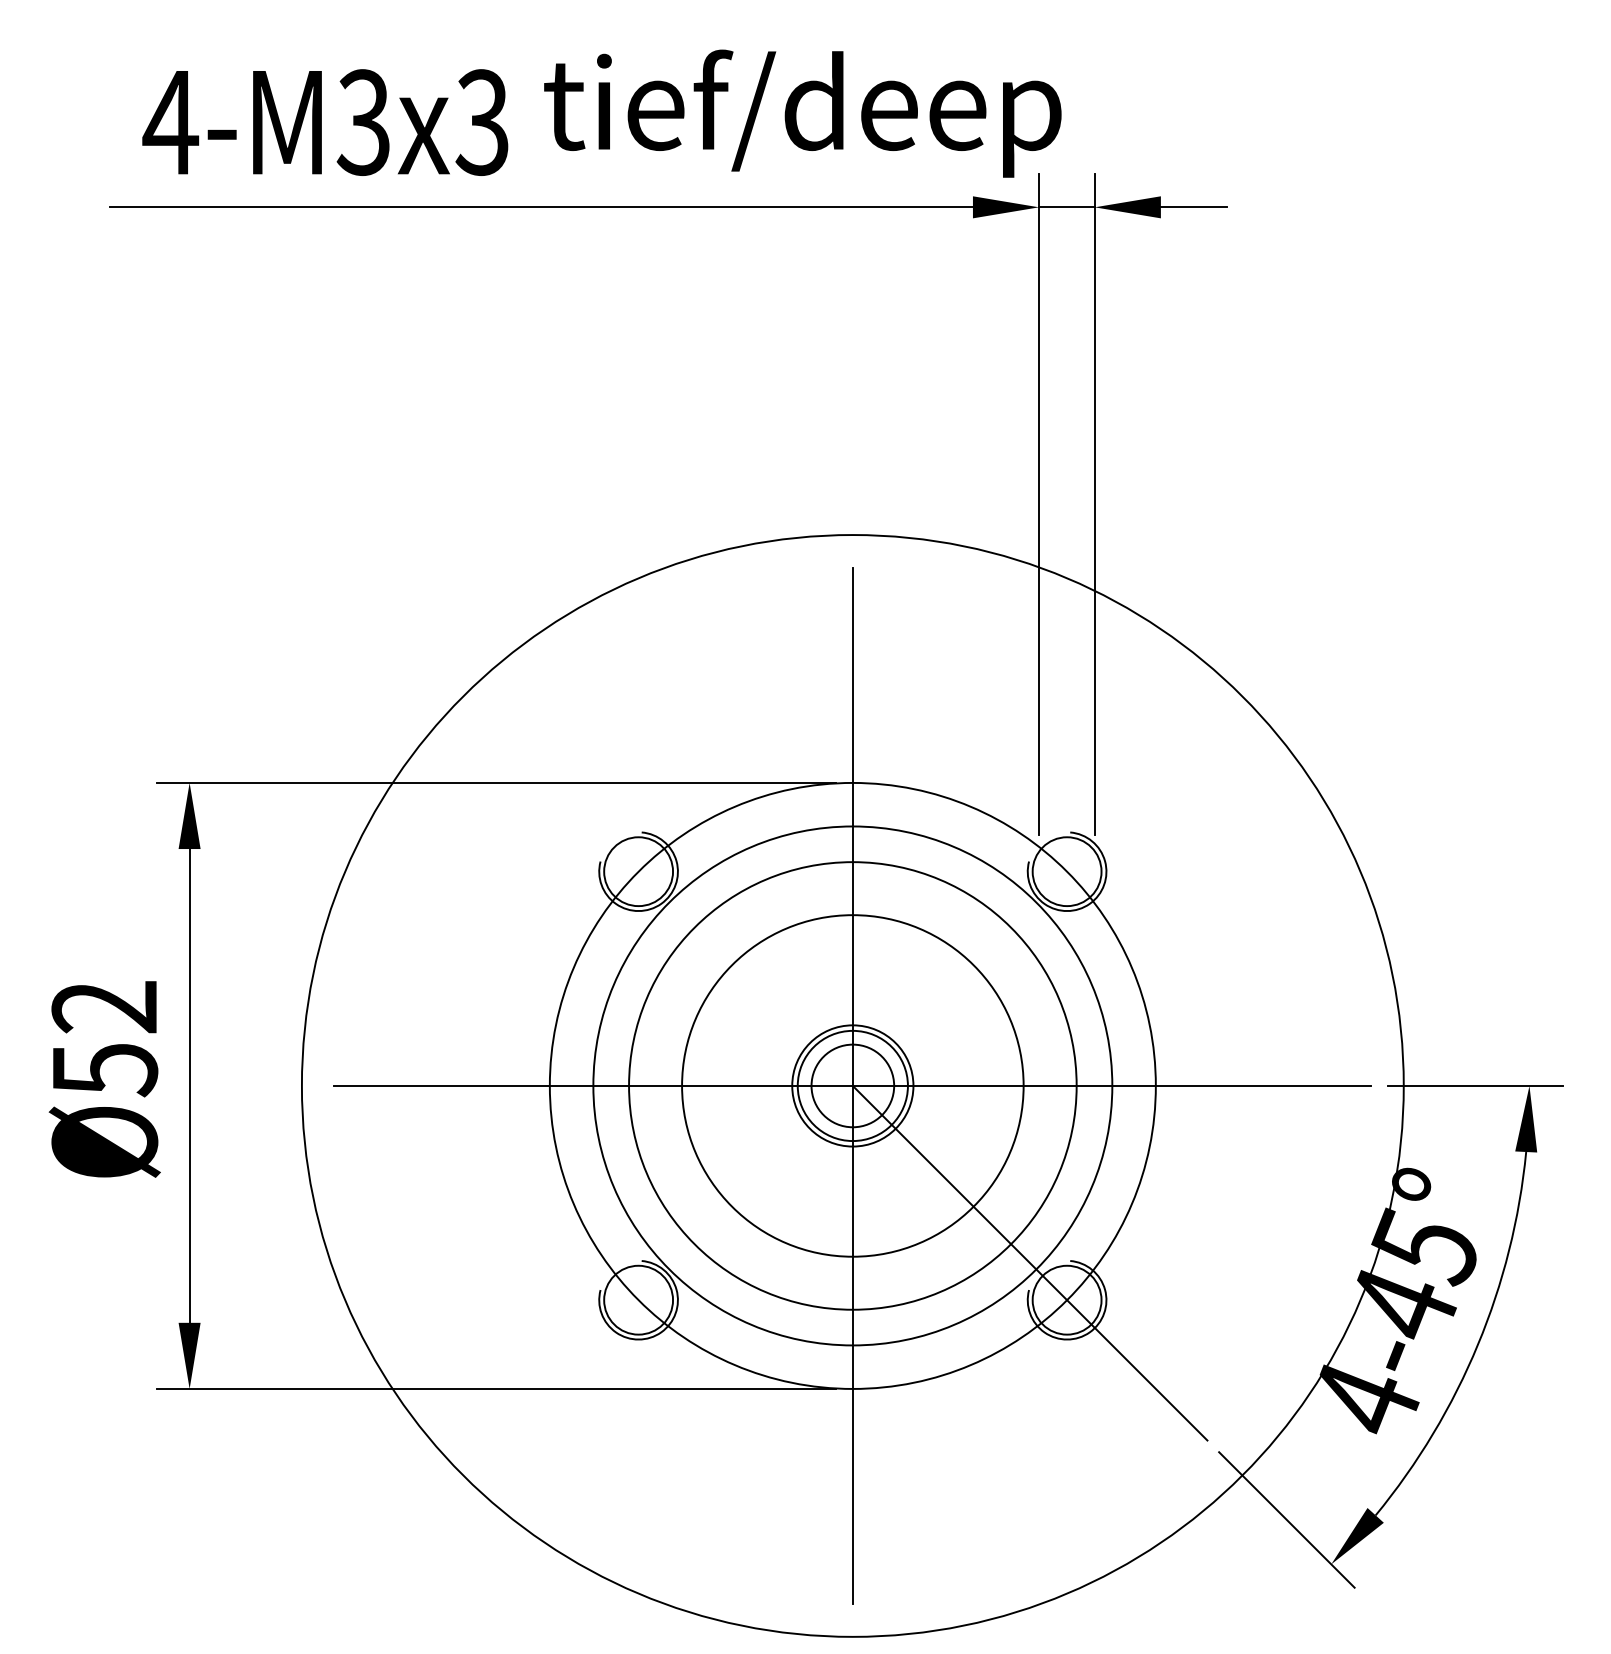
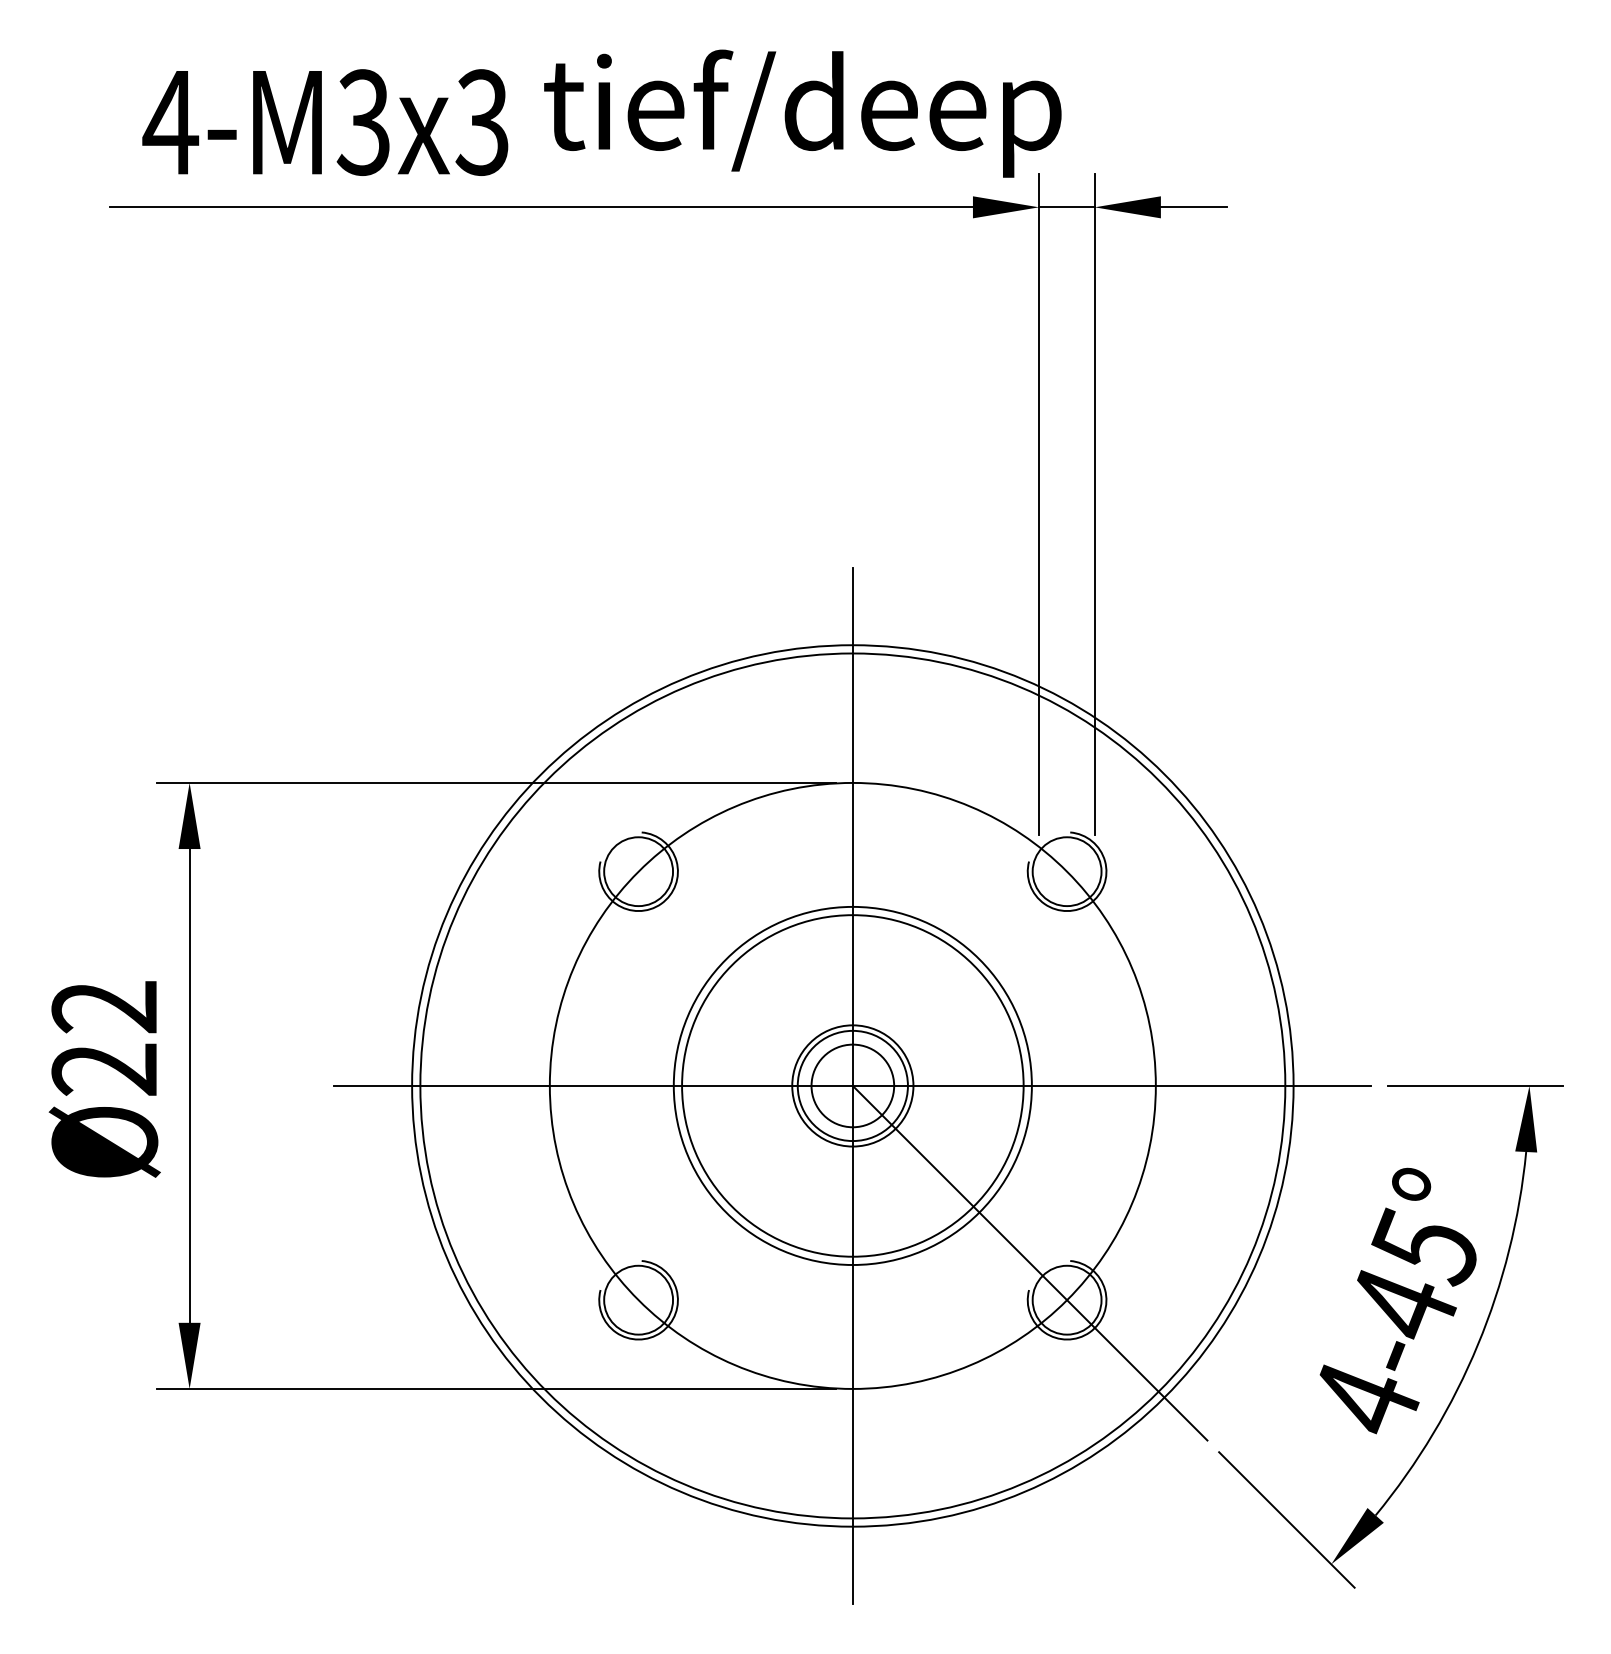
text at (104, 1070): Ø52 -> Ø22
circle at (852, 1085) diameter: 1102 px -> 881 px
circle at (852, 1085) diameter: 448 px -> 358 px
circle at (852, 1085) diameter: 519 px -> 865 px
